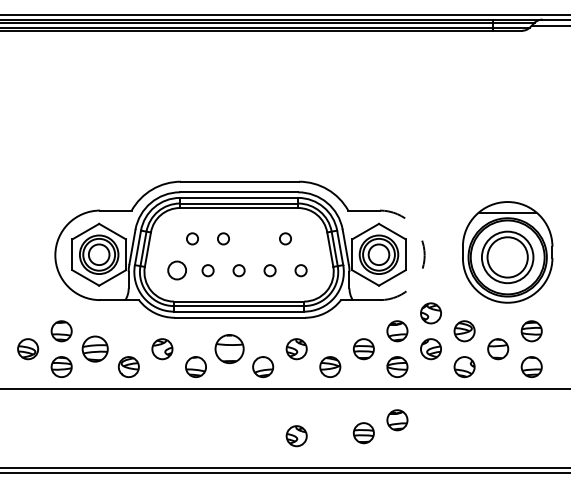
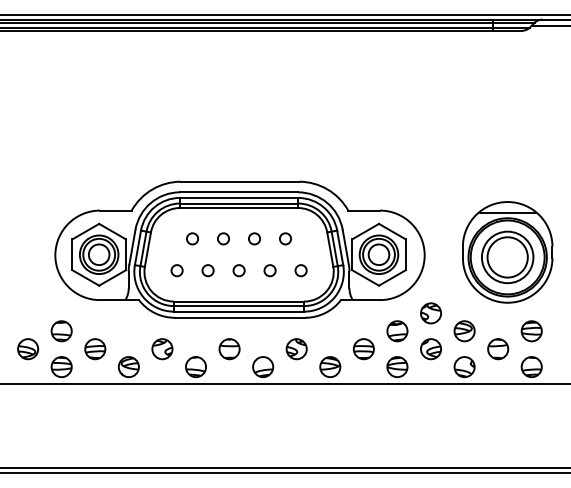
circle at (254, 238): none -> present
arc at (424, 255): dashed -> solid
circle at (176, 270) size: 20x21 px -> 14x14 px
part at (94, 348) size: 28x28 px -> 23x23 px
part at (229, 348) size: 31x30 px -> 23x23 px
line at (284, 388) position: (284, 388) -> (284, 383)
part at (397, 420): present -> none
part at (363, 433): present -> none
part at (296, 436): present -> none
